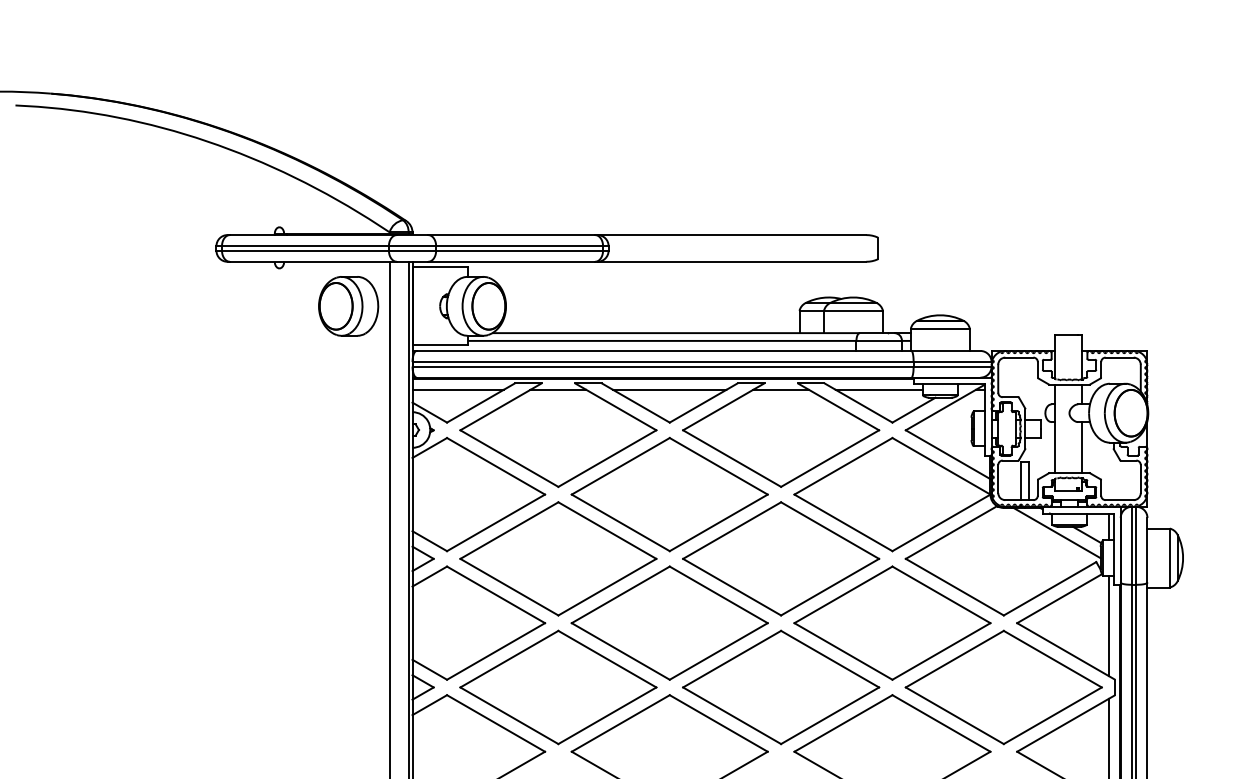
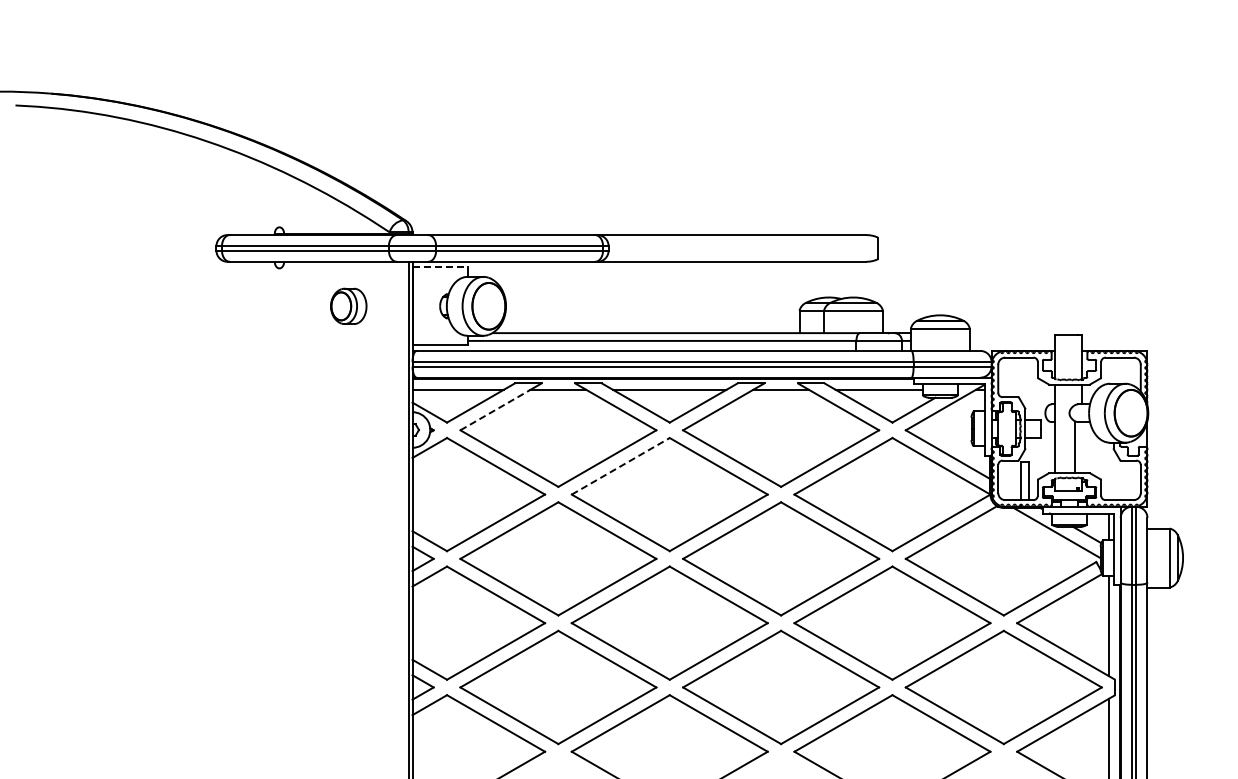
line at (440, 267): solid -> dashed
part at (348, 306) size: 62x61 px -> 38x38 px
line at (495, 409): solid -> dashed
line at (1082, 447) position: (1082, 447) -> (1075, 447)
line at (620, 466): solid -> dashed
line at (389, 518): present -> none
